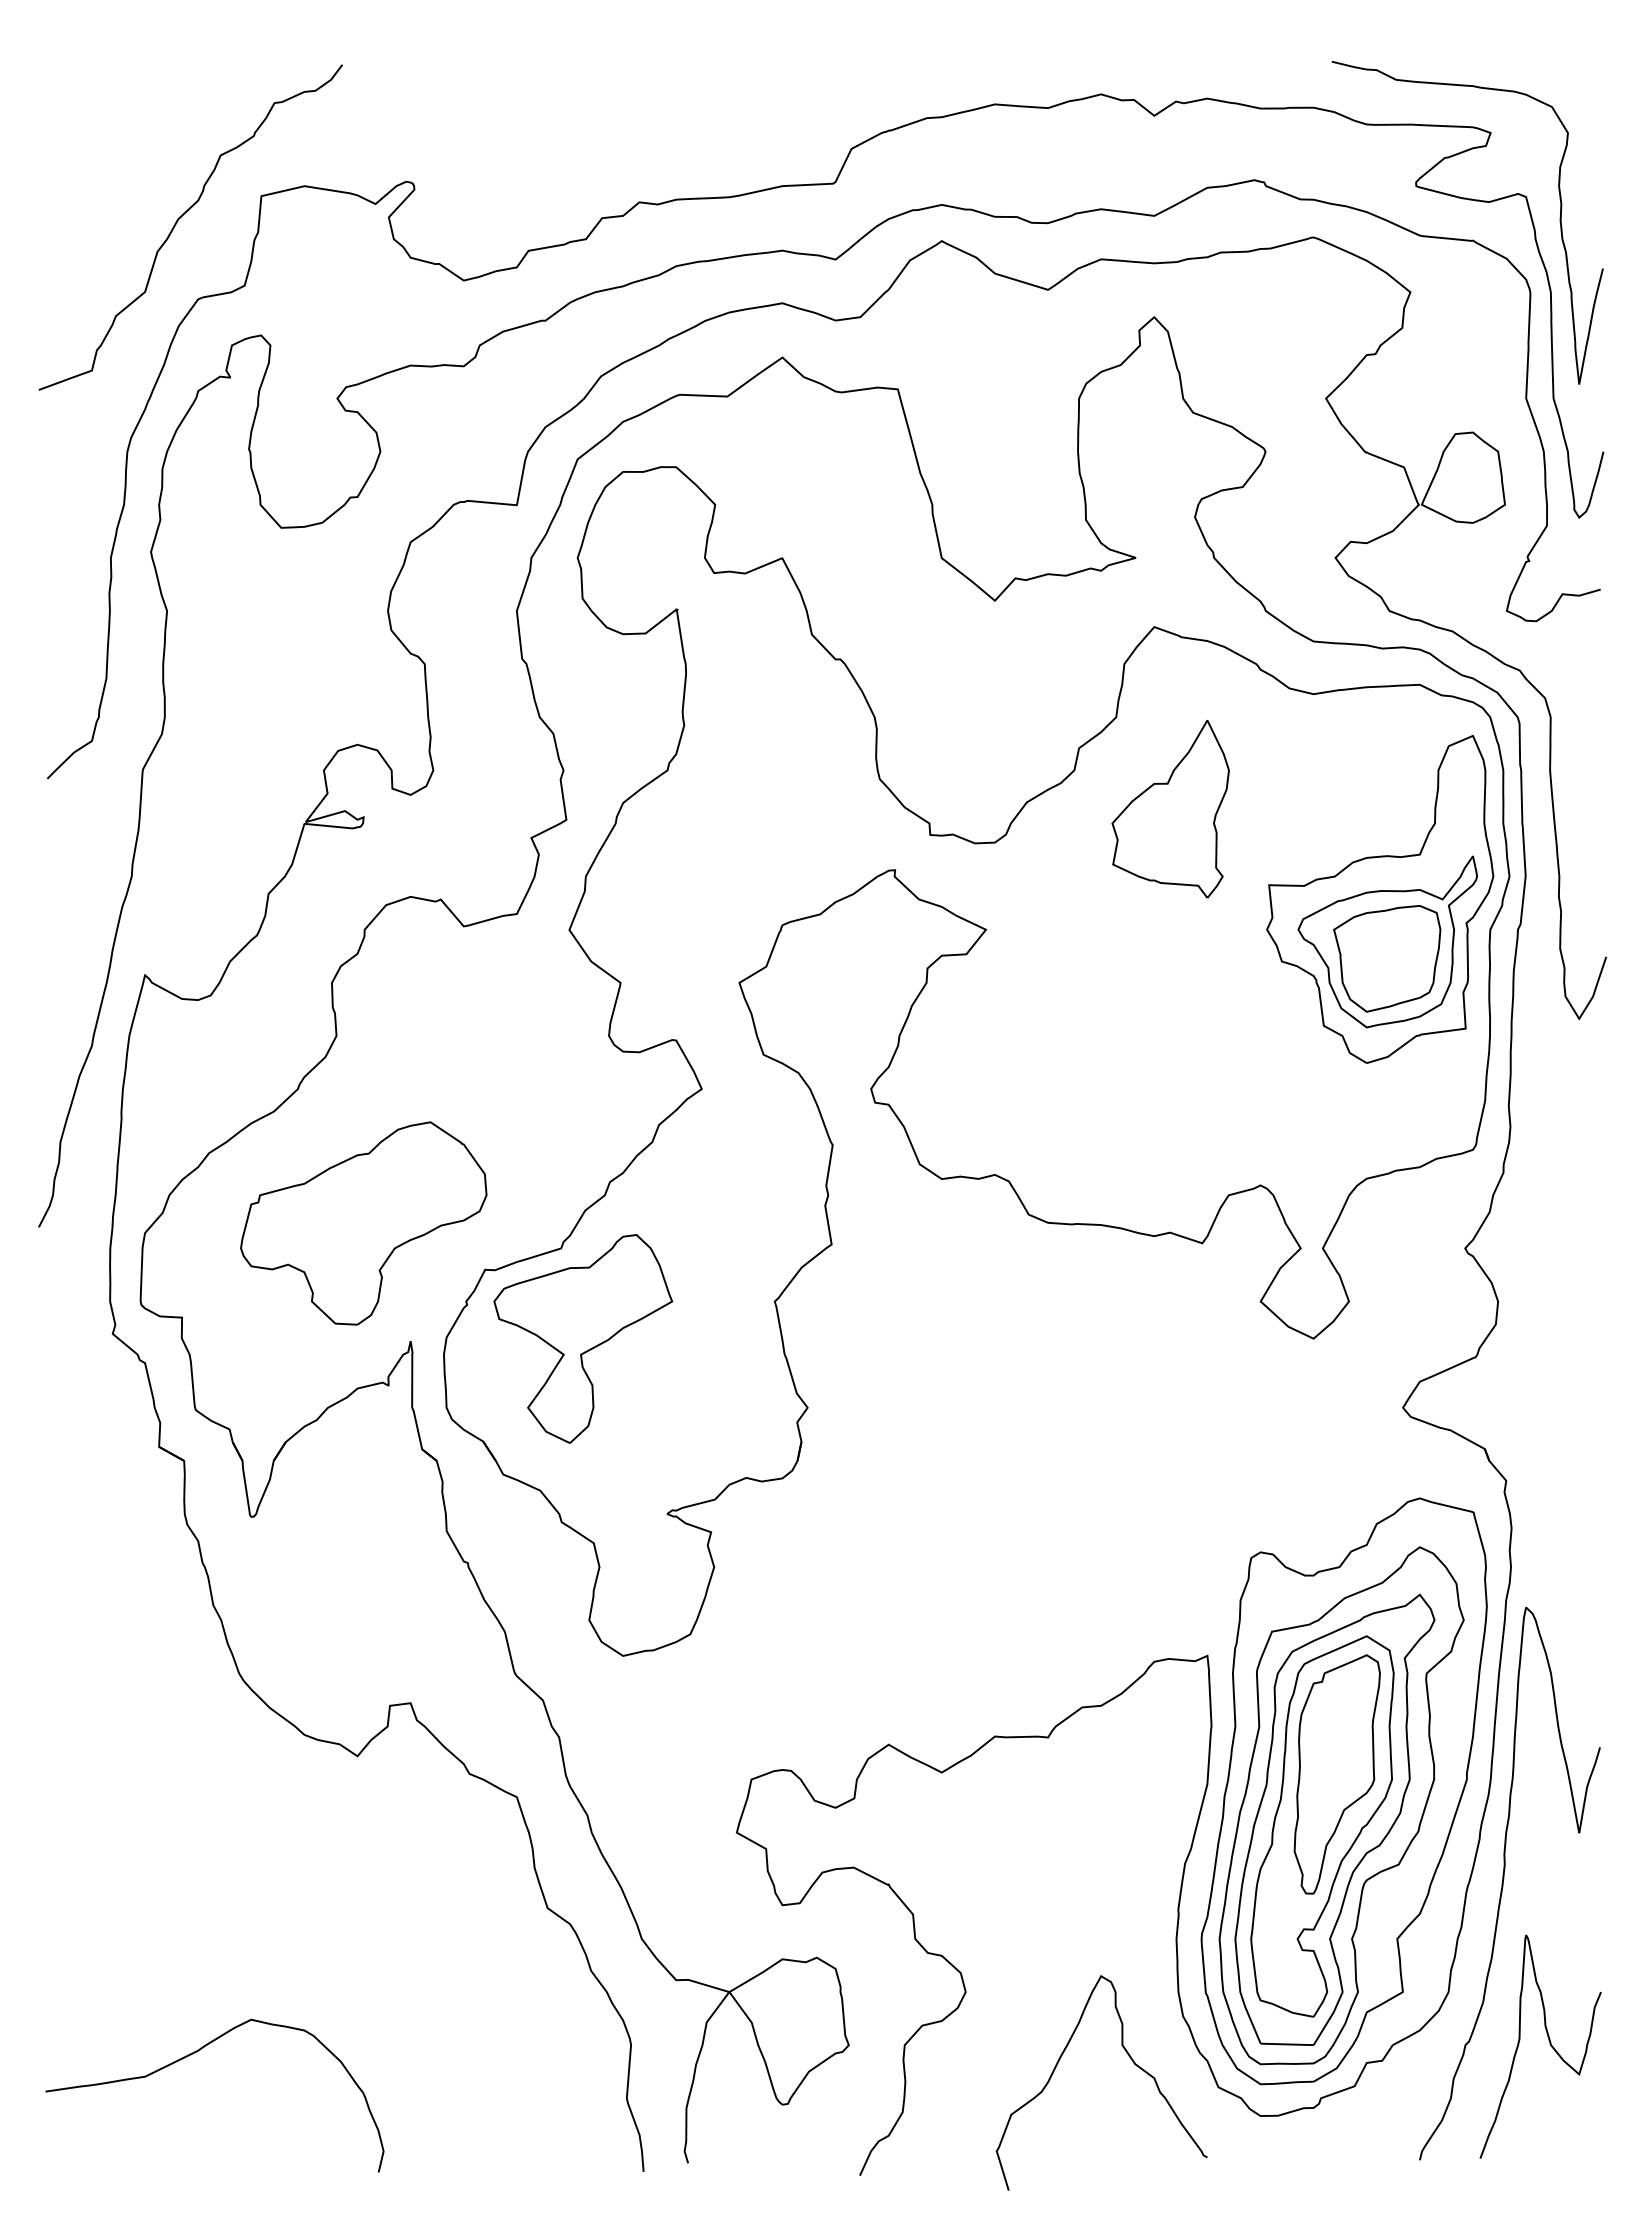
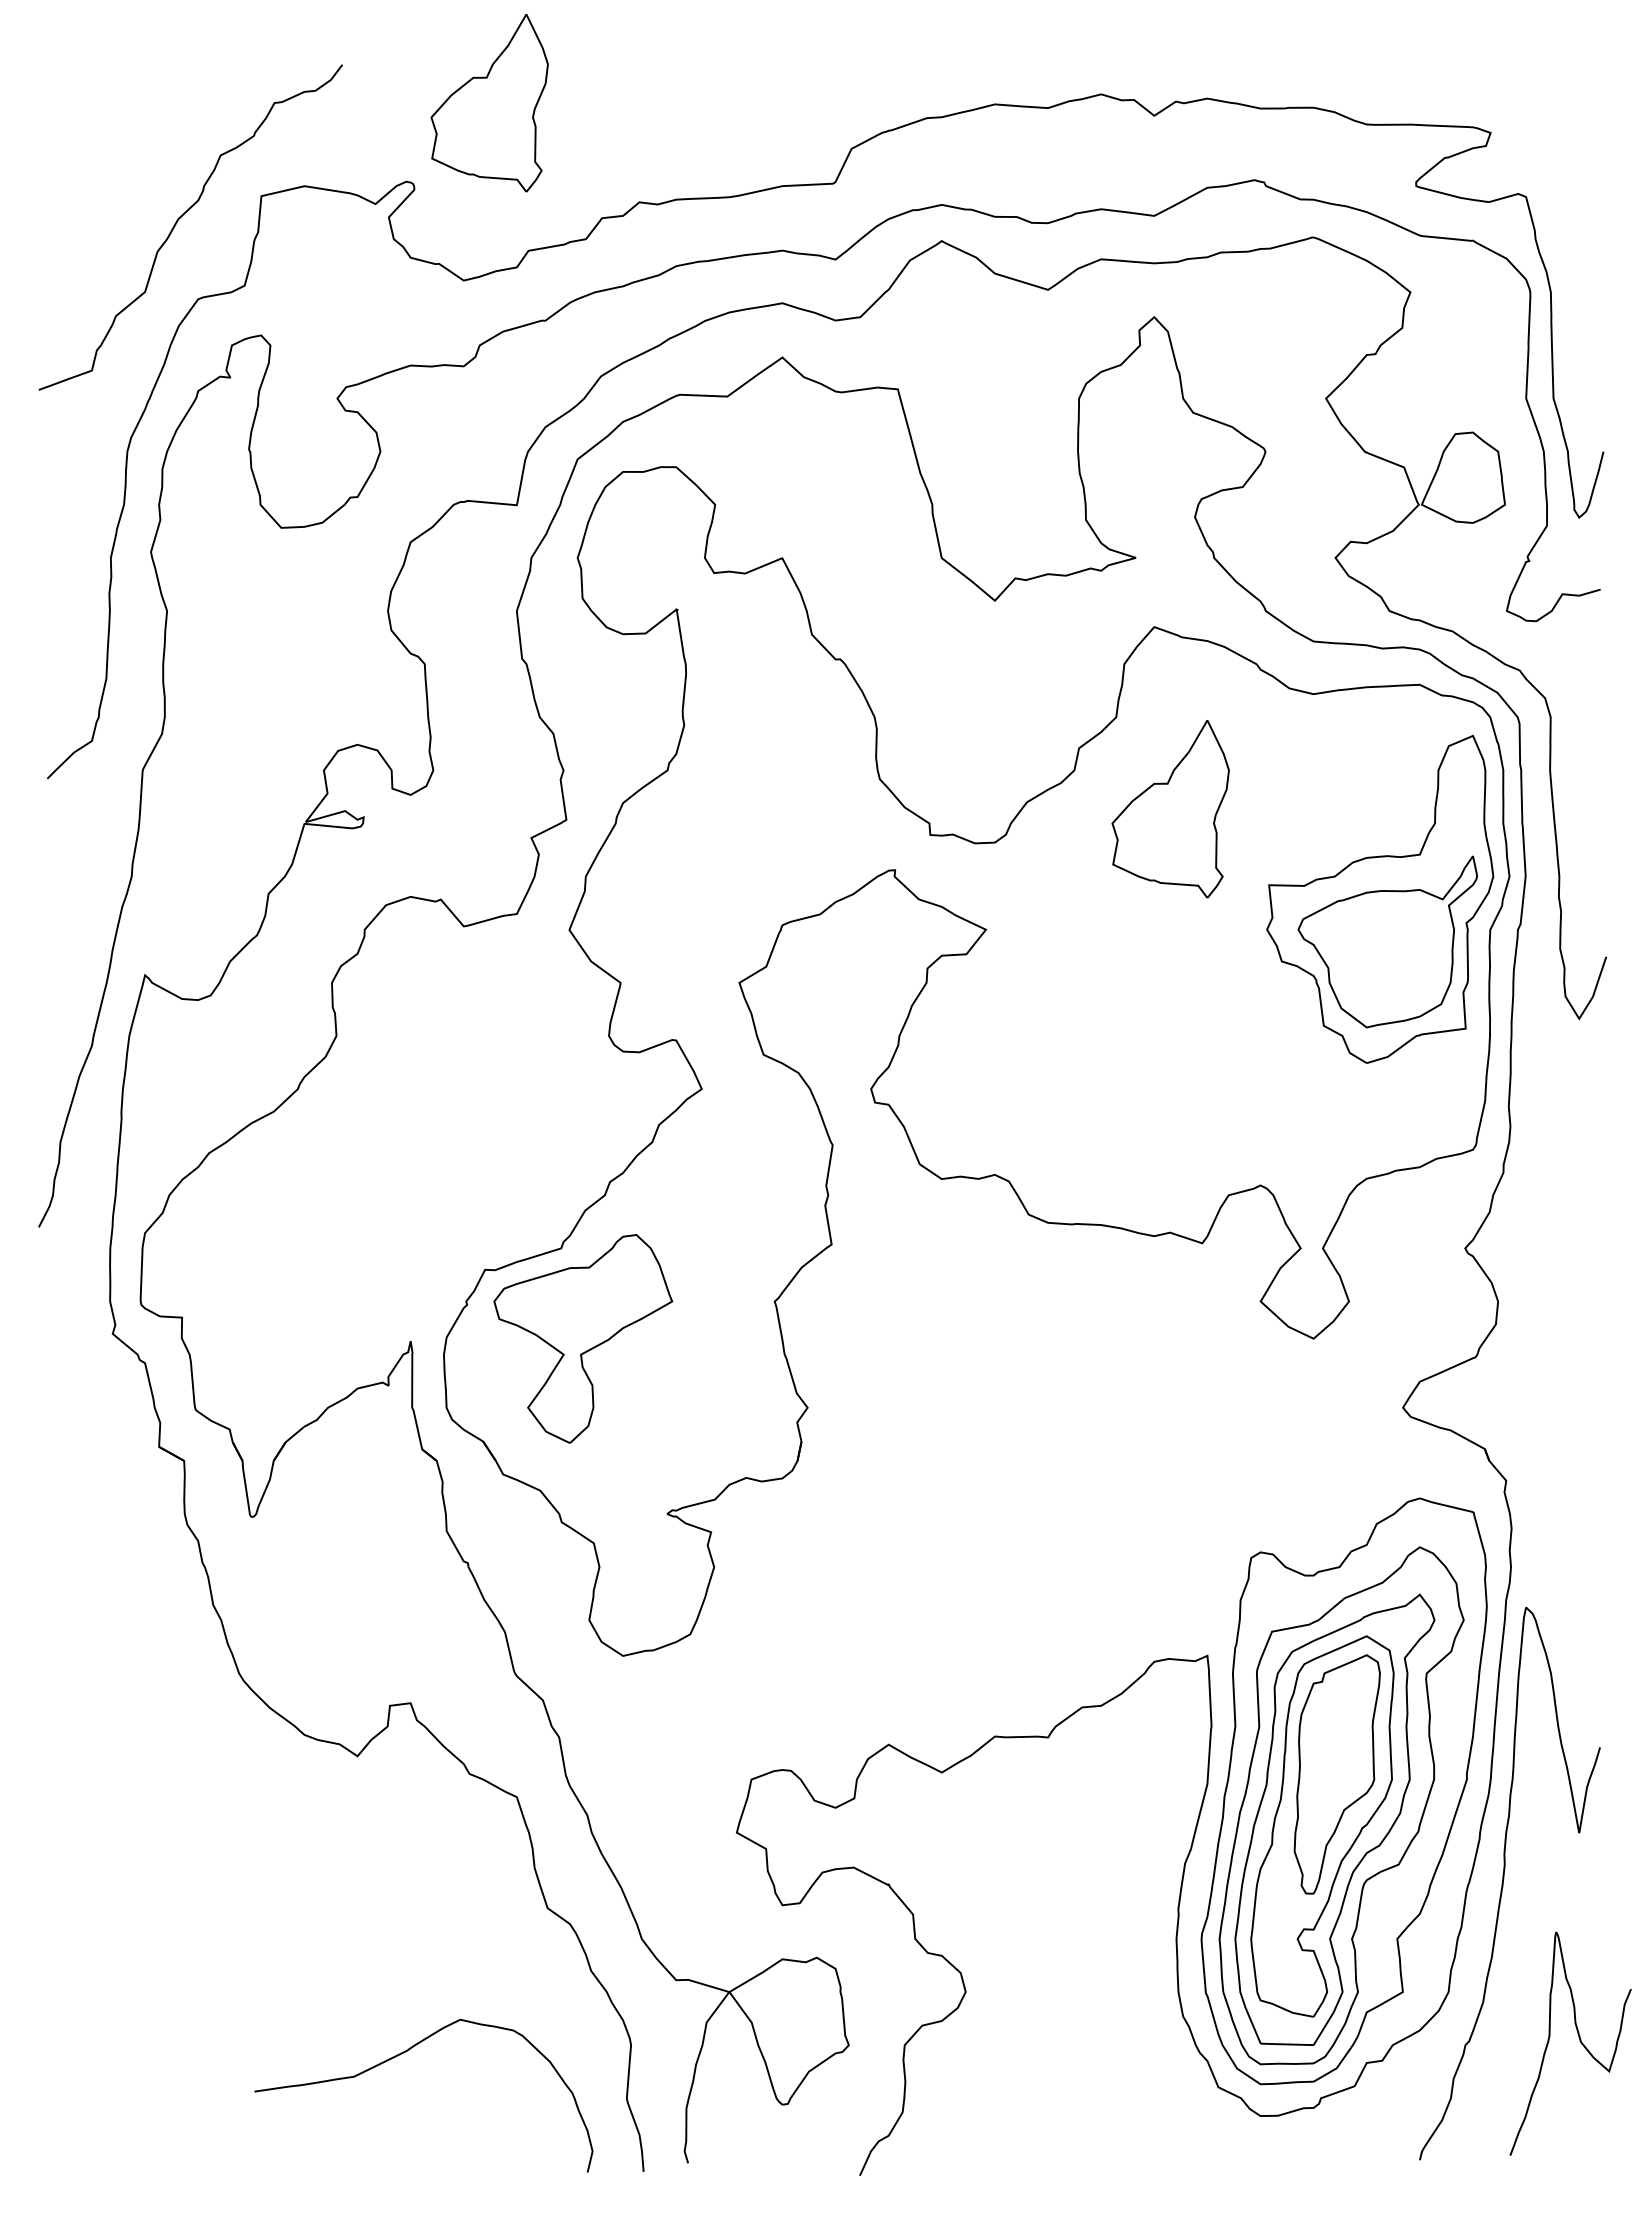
part at (489, 103): none -> present
curve at (1559, 222): present -> none
part at (1387, 958): present -> none
part at (363, 1223): present -> none
curve at (1549, 2044) position: (1549, 2044) -> (1579, 2041)
curve at (195, 2053) position: (195, 2053) -> (404, 2053)
curve at (1131, 2060): present -> none
